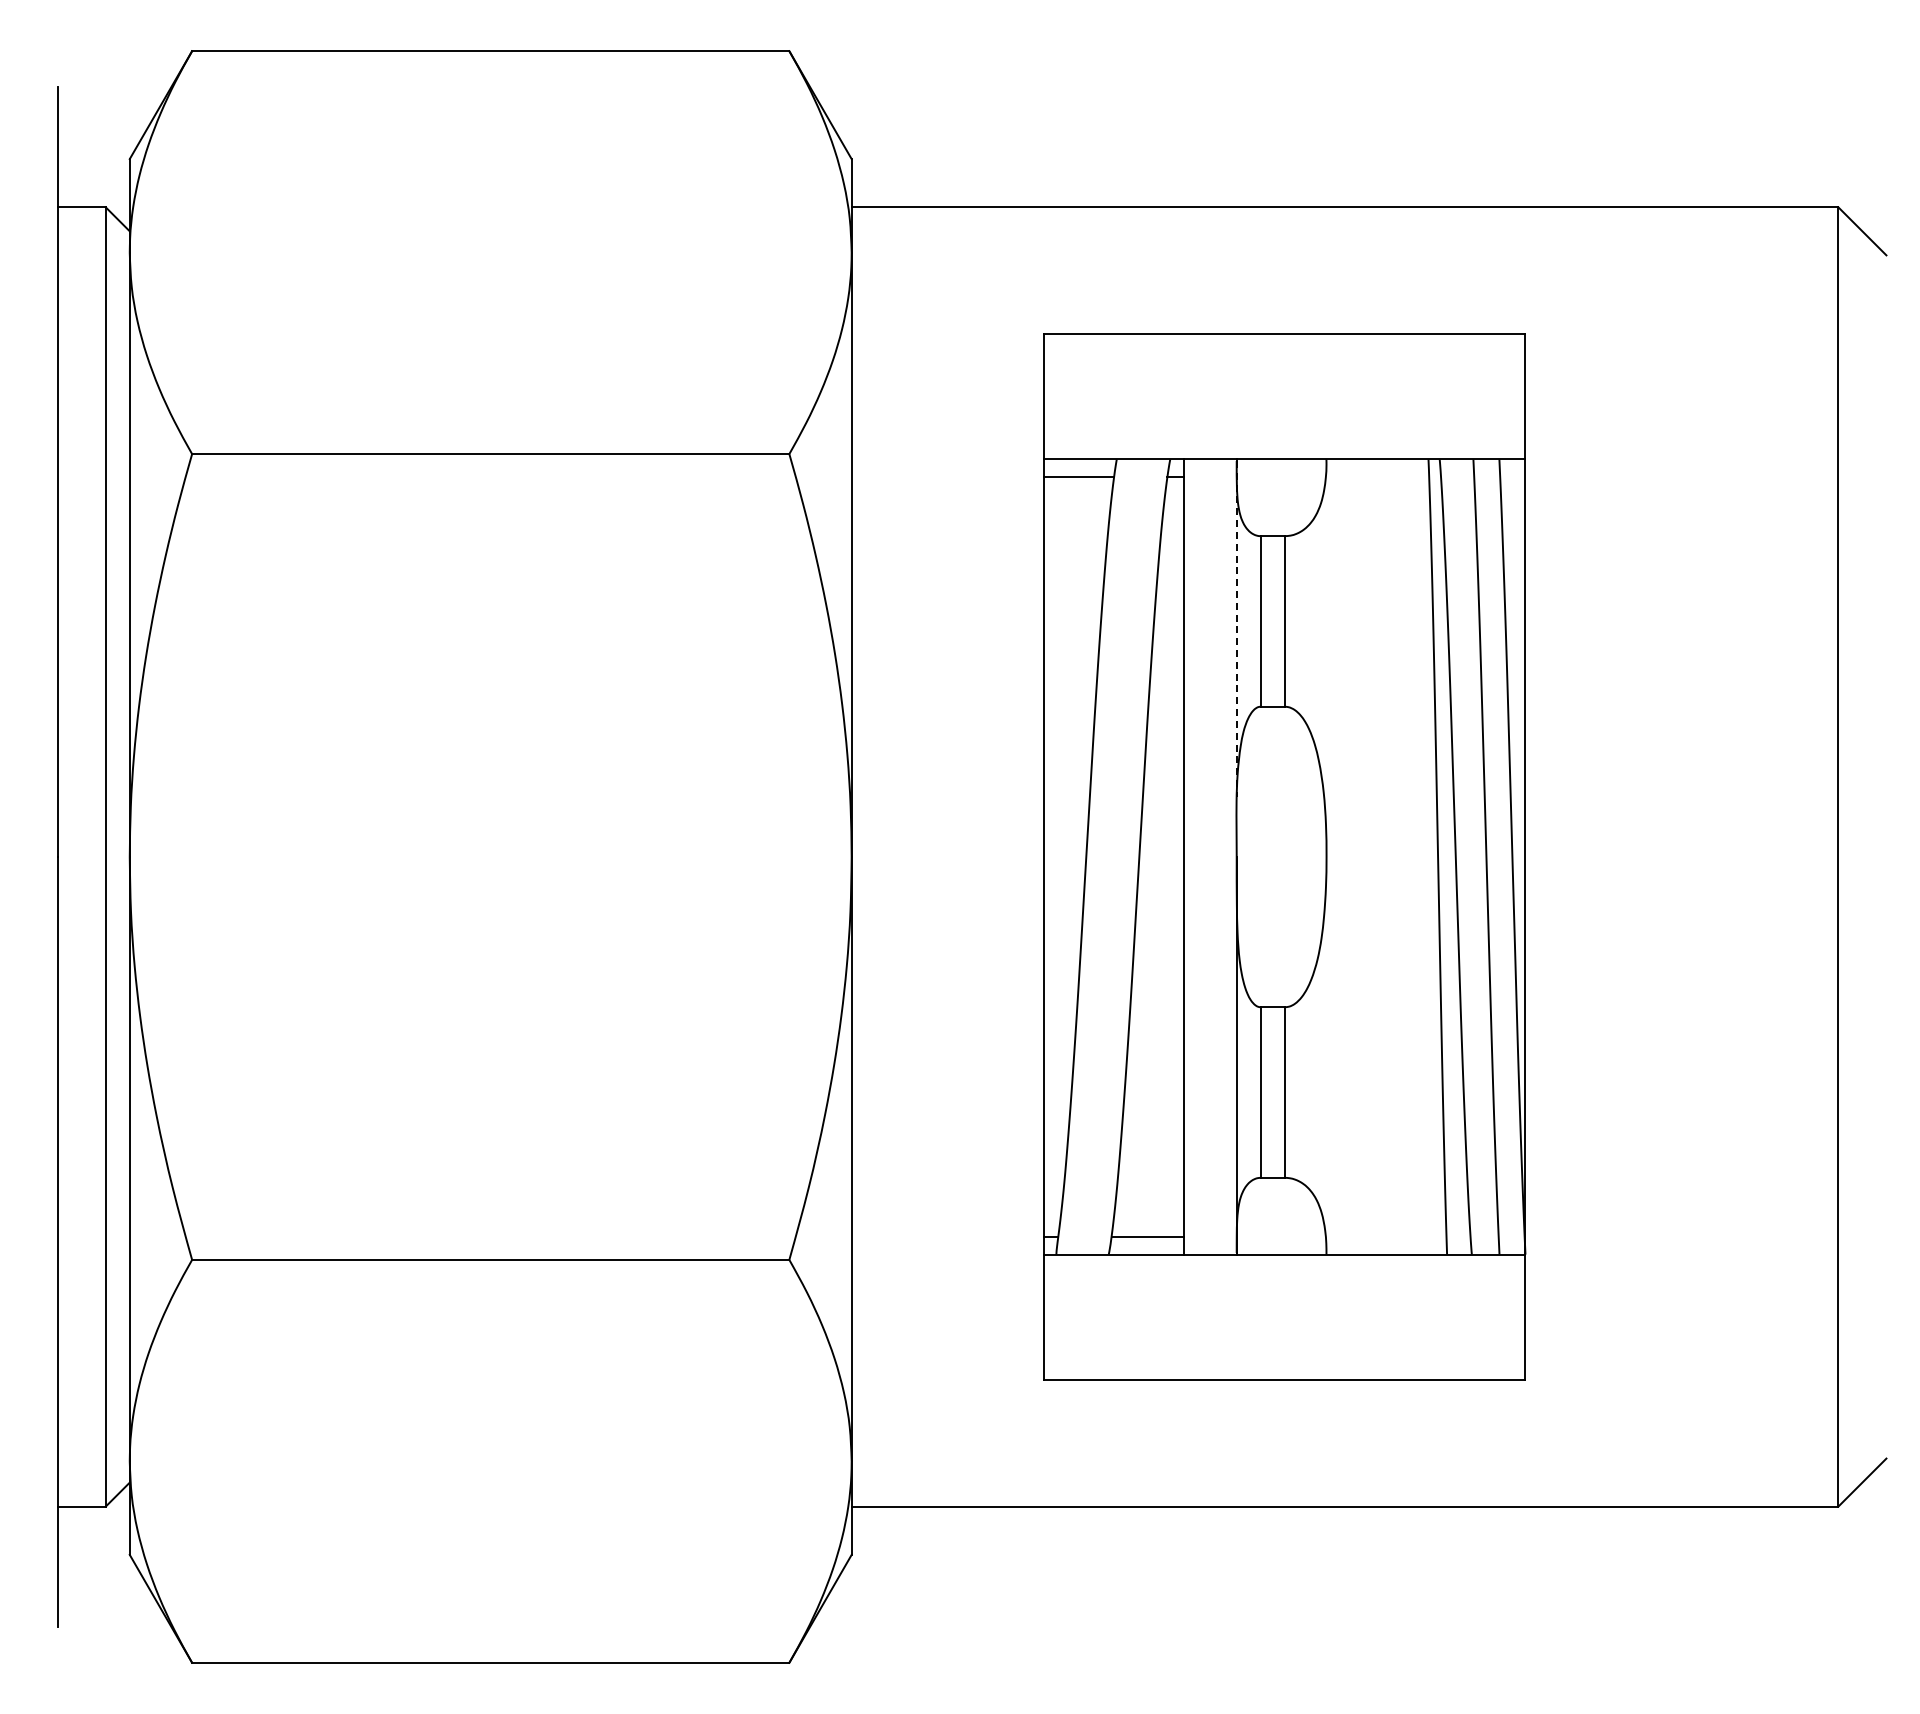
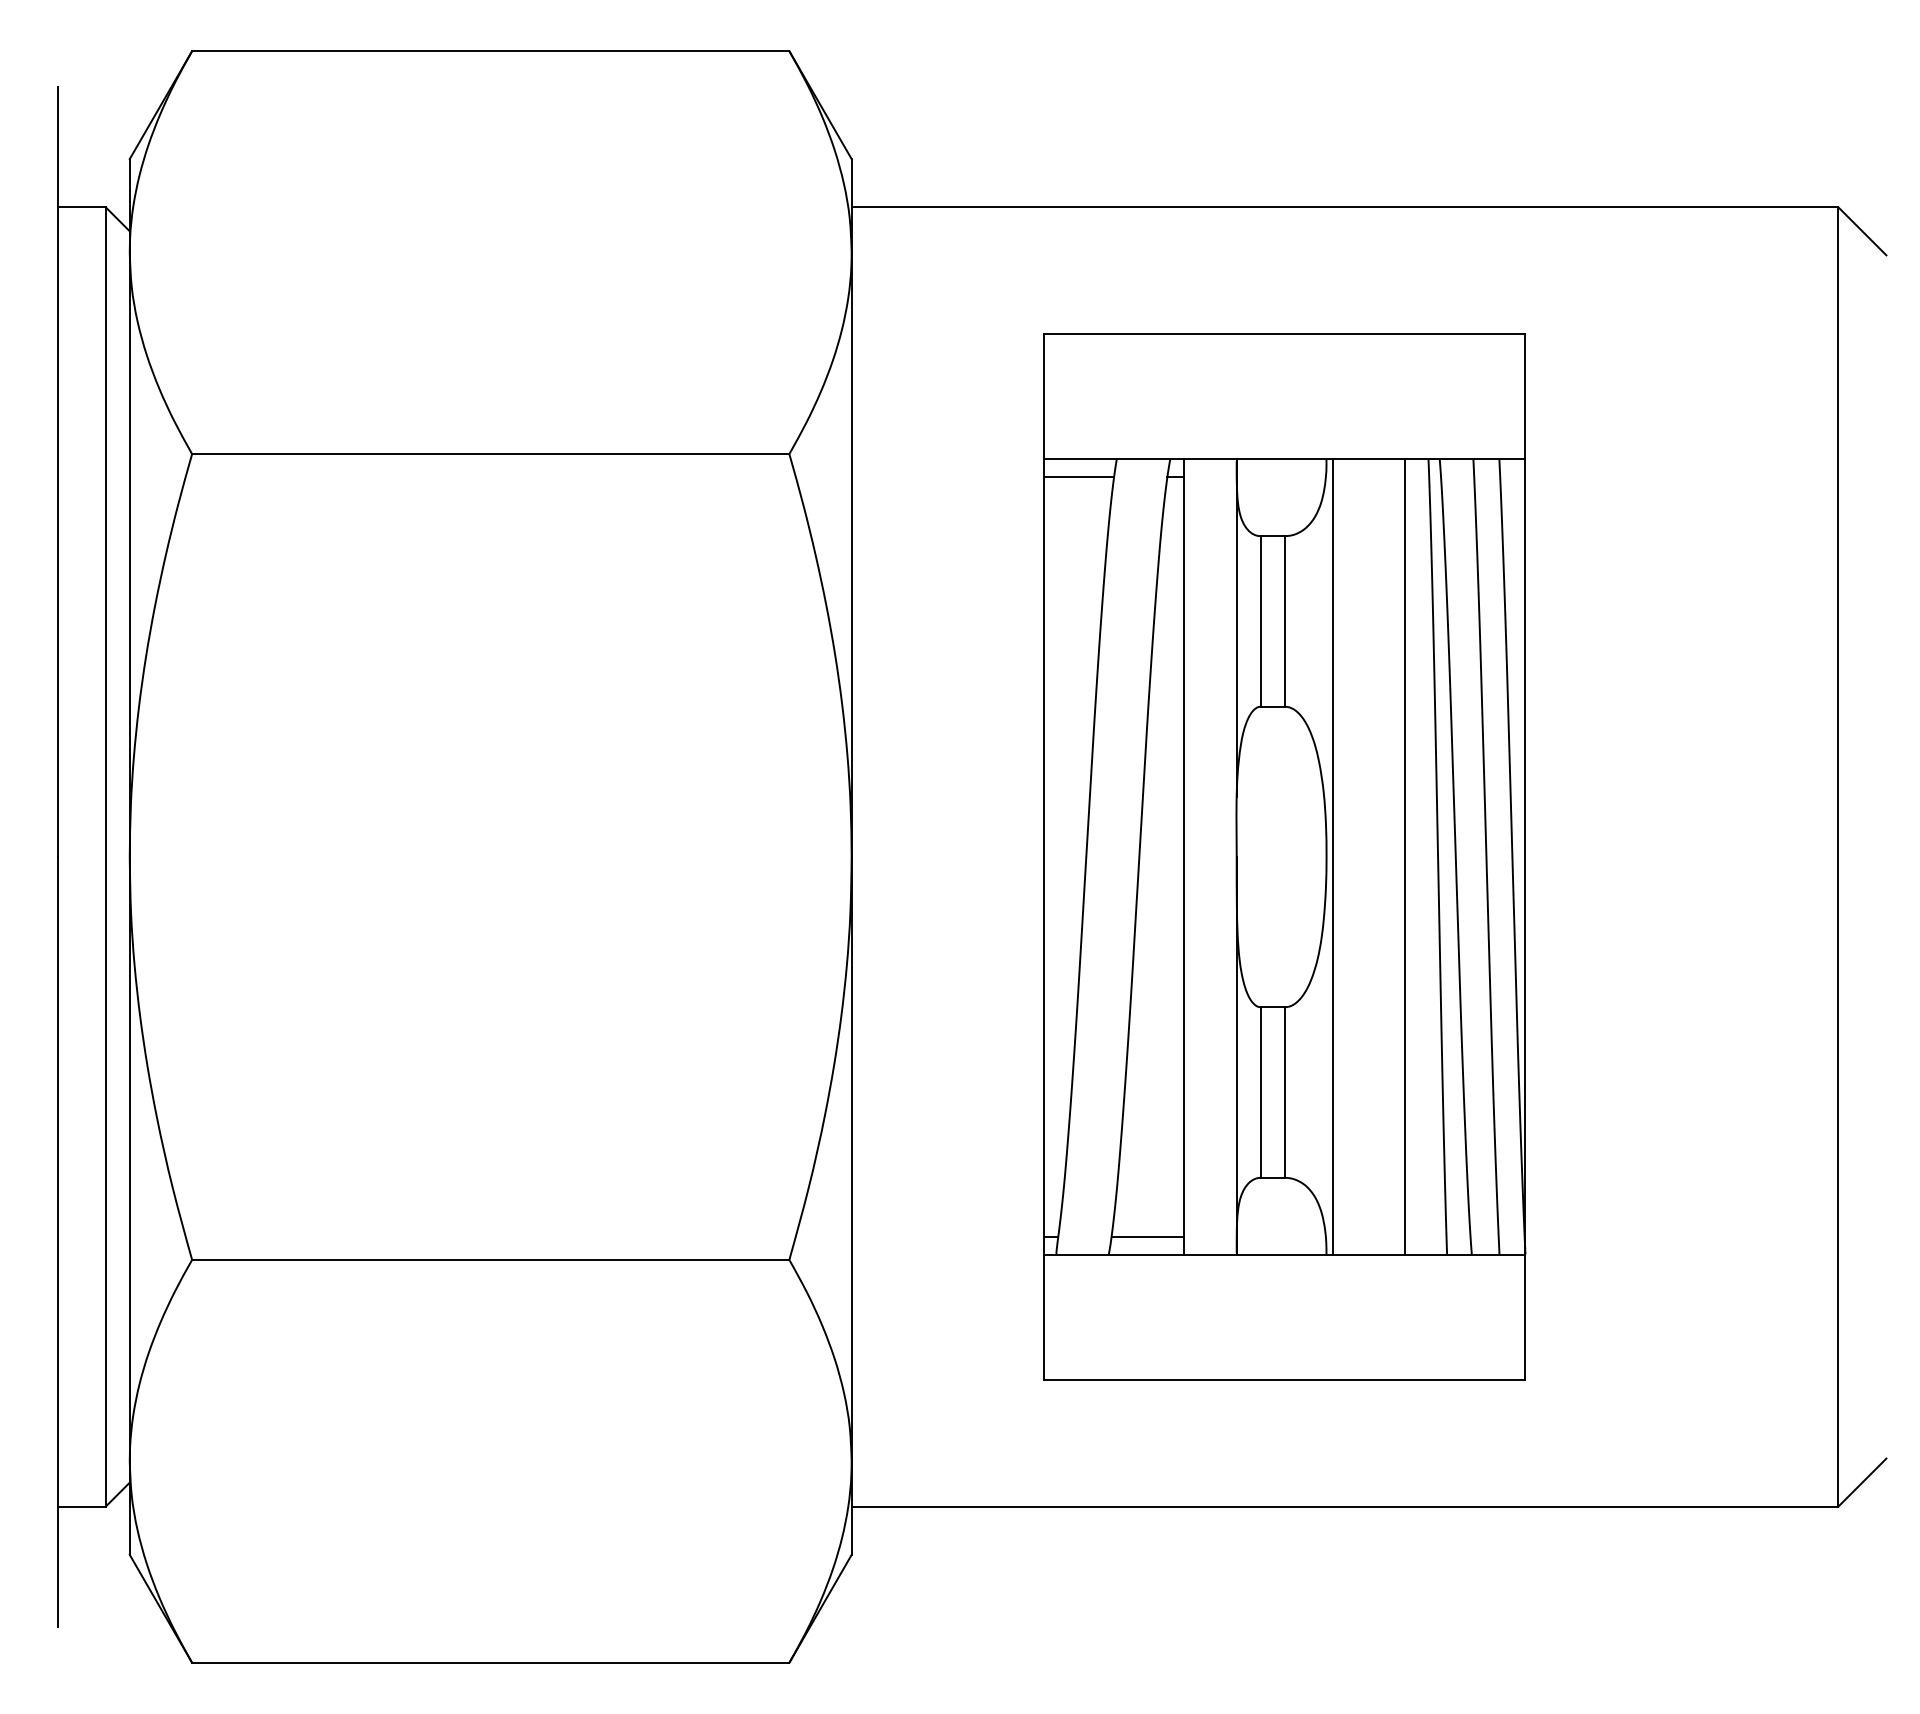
line at (1236, 629): dashed -> solid
line at (1332, 856): none -> present
line at (1405, 856): none -> present
